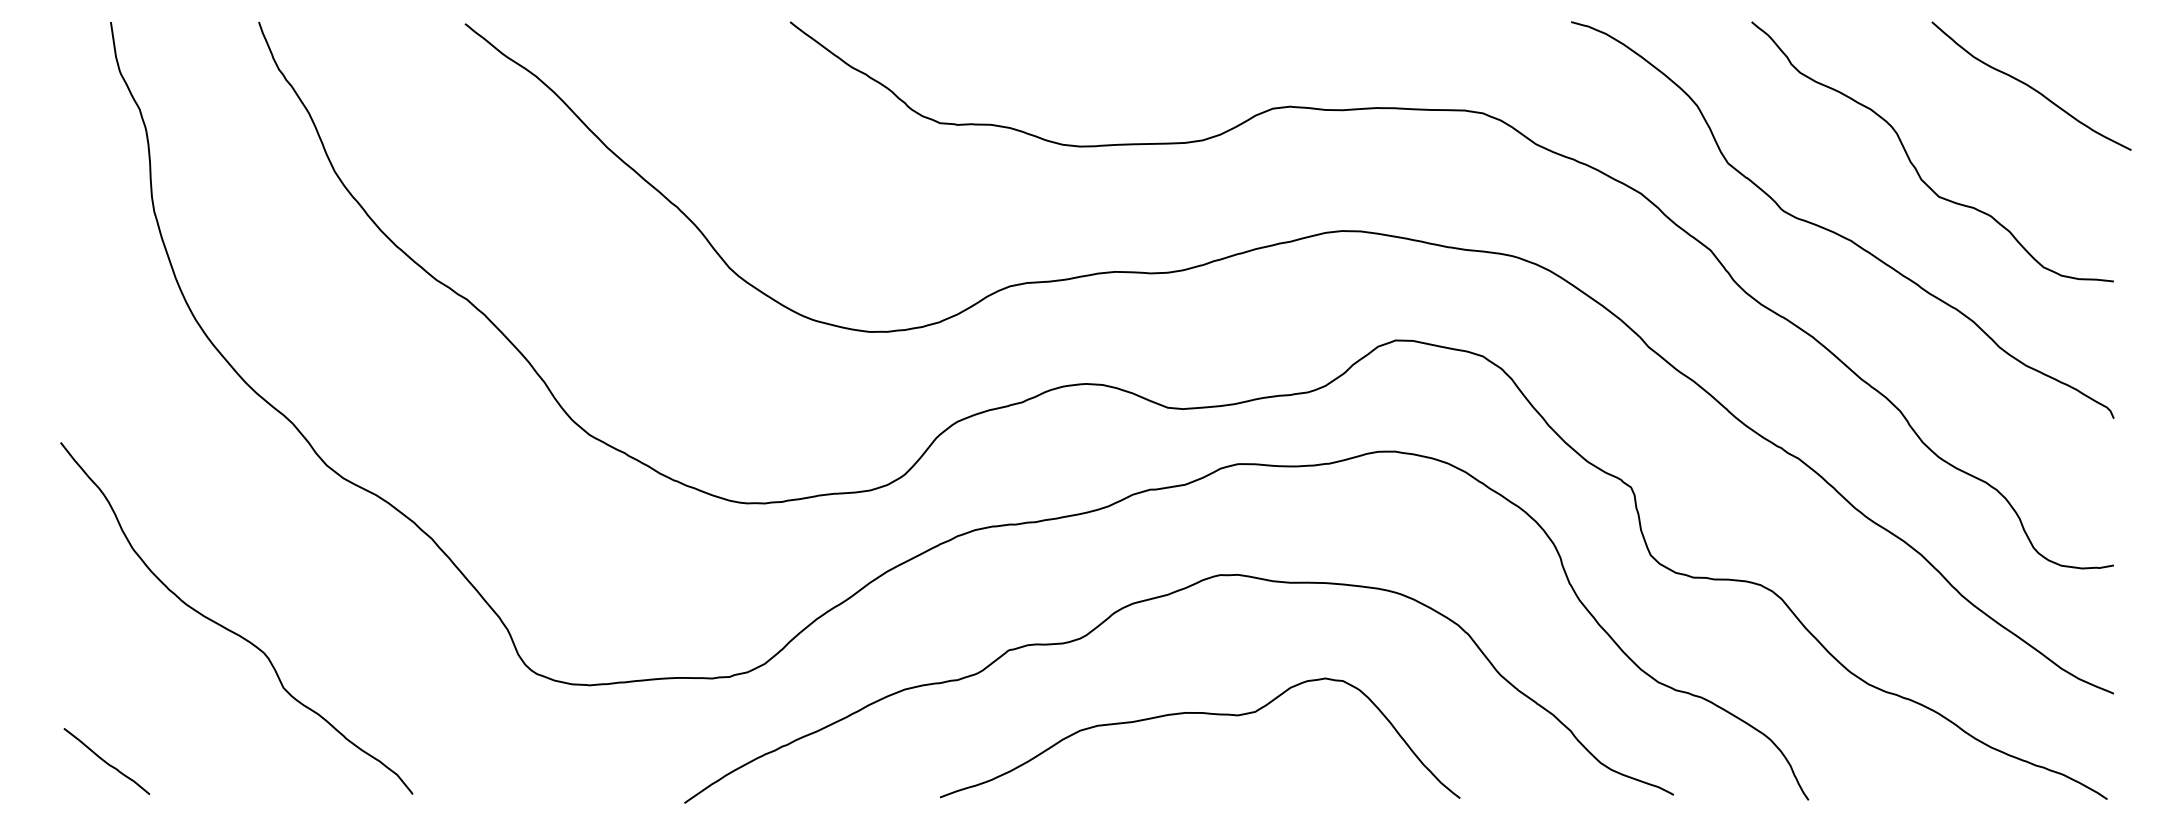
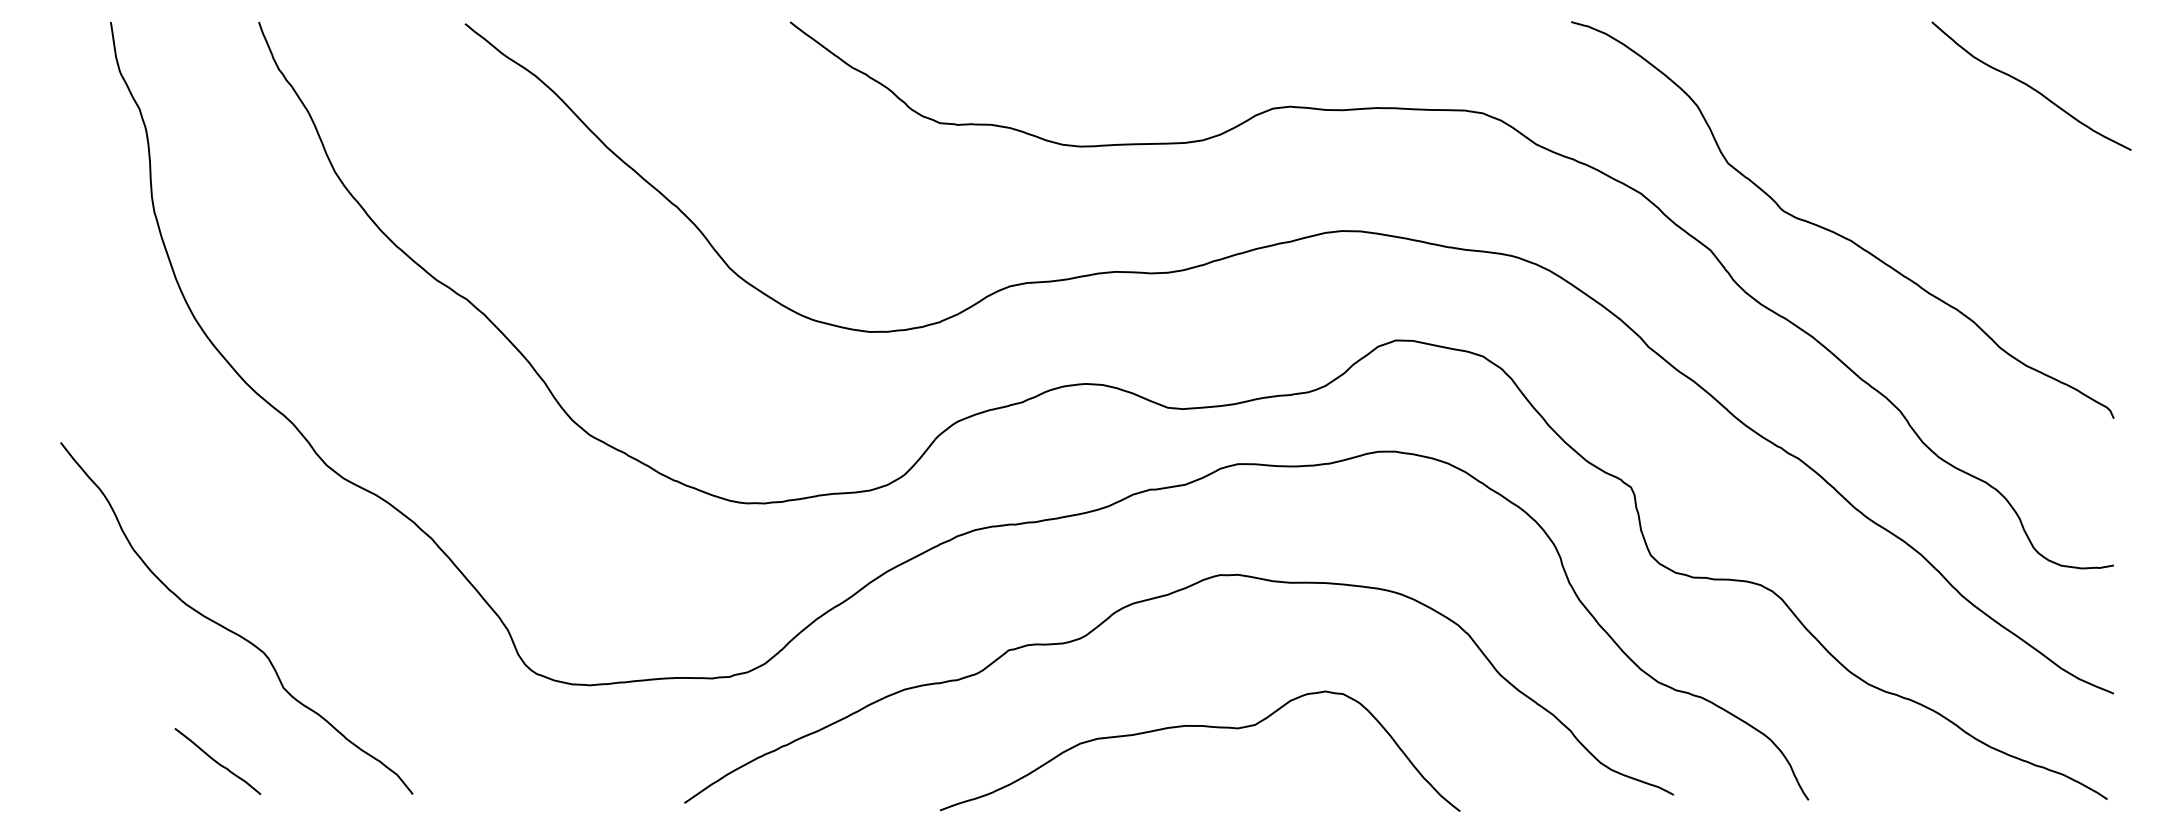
curve at (1915, 166): present -> none
curve at (1204, 714) position: (1204, 714) -> (1204, 727)
curve at (106, 761) position: (106, 761) -> (217, 761)
